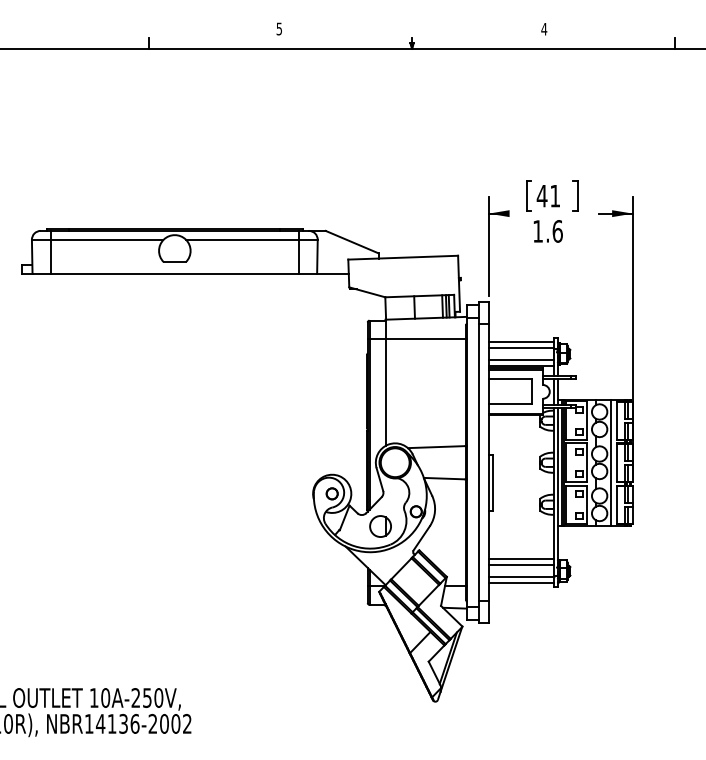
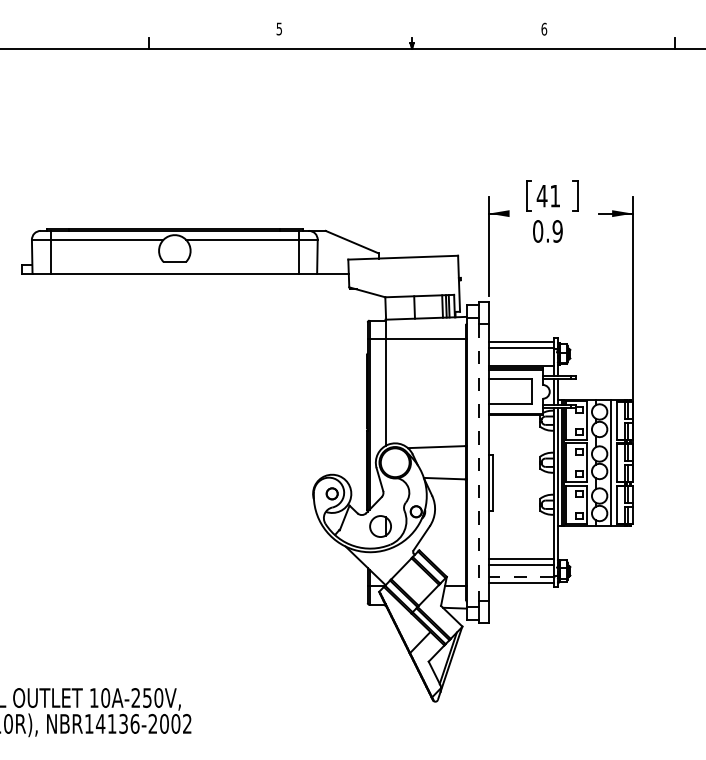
text at (544, 28): 4 -> 6
text at (547, 231): 1.6 -> 0.9
line at (520, 360): present -> none
line at (478, 463): solid -> dashed
line at (520, 577): solid -> dashed
